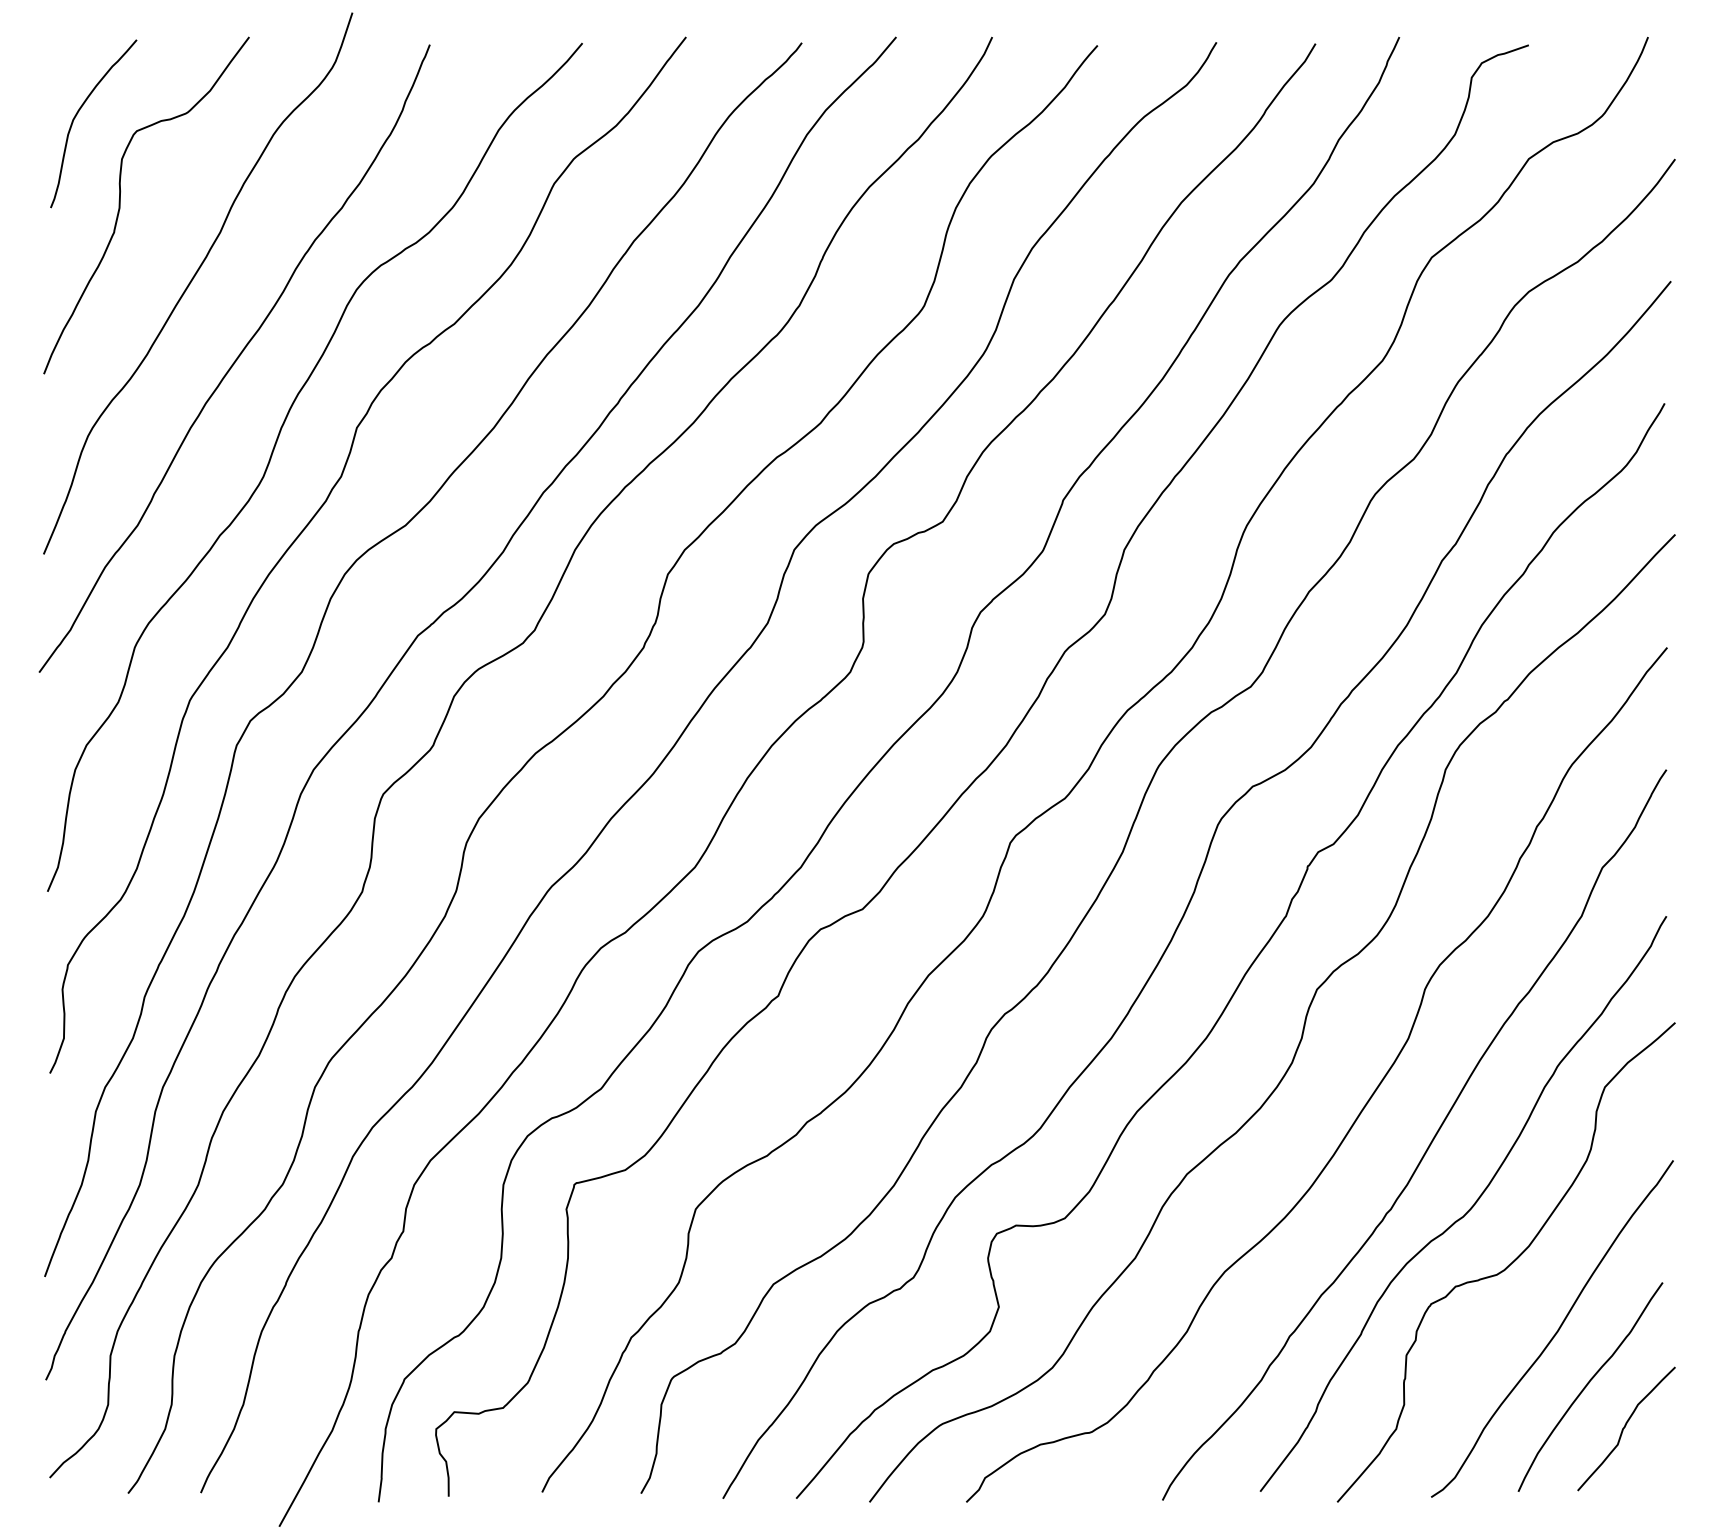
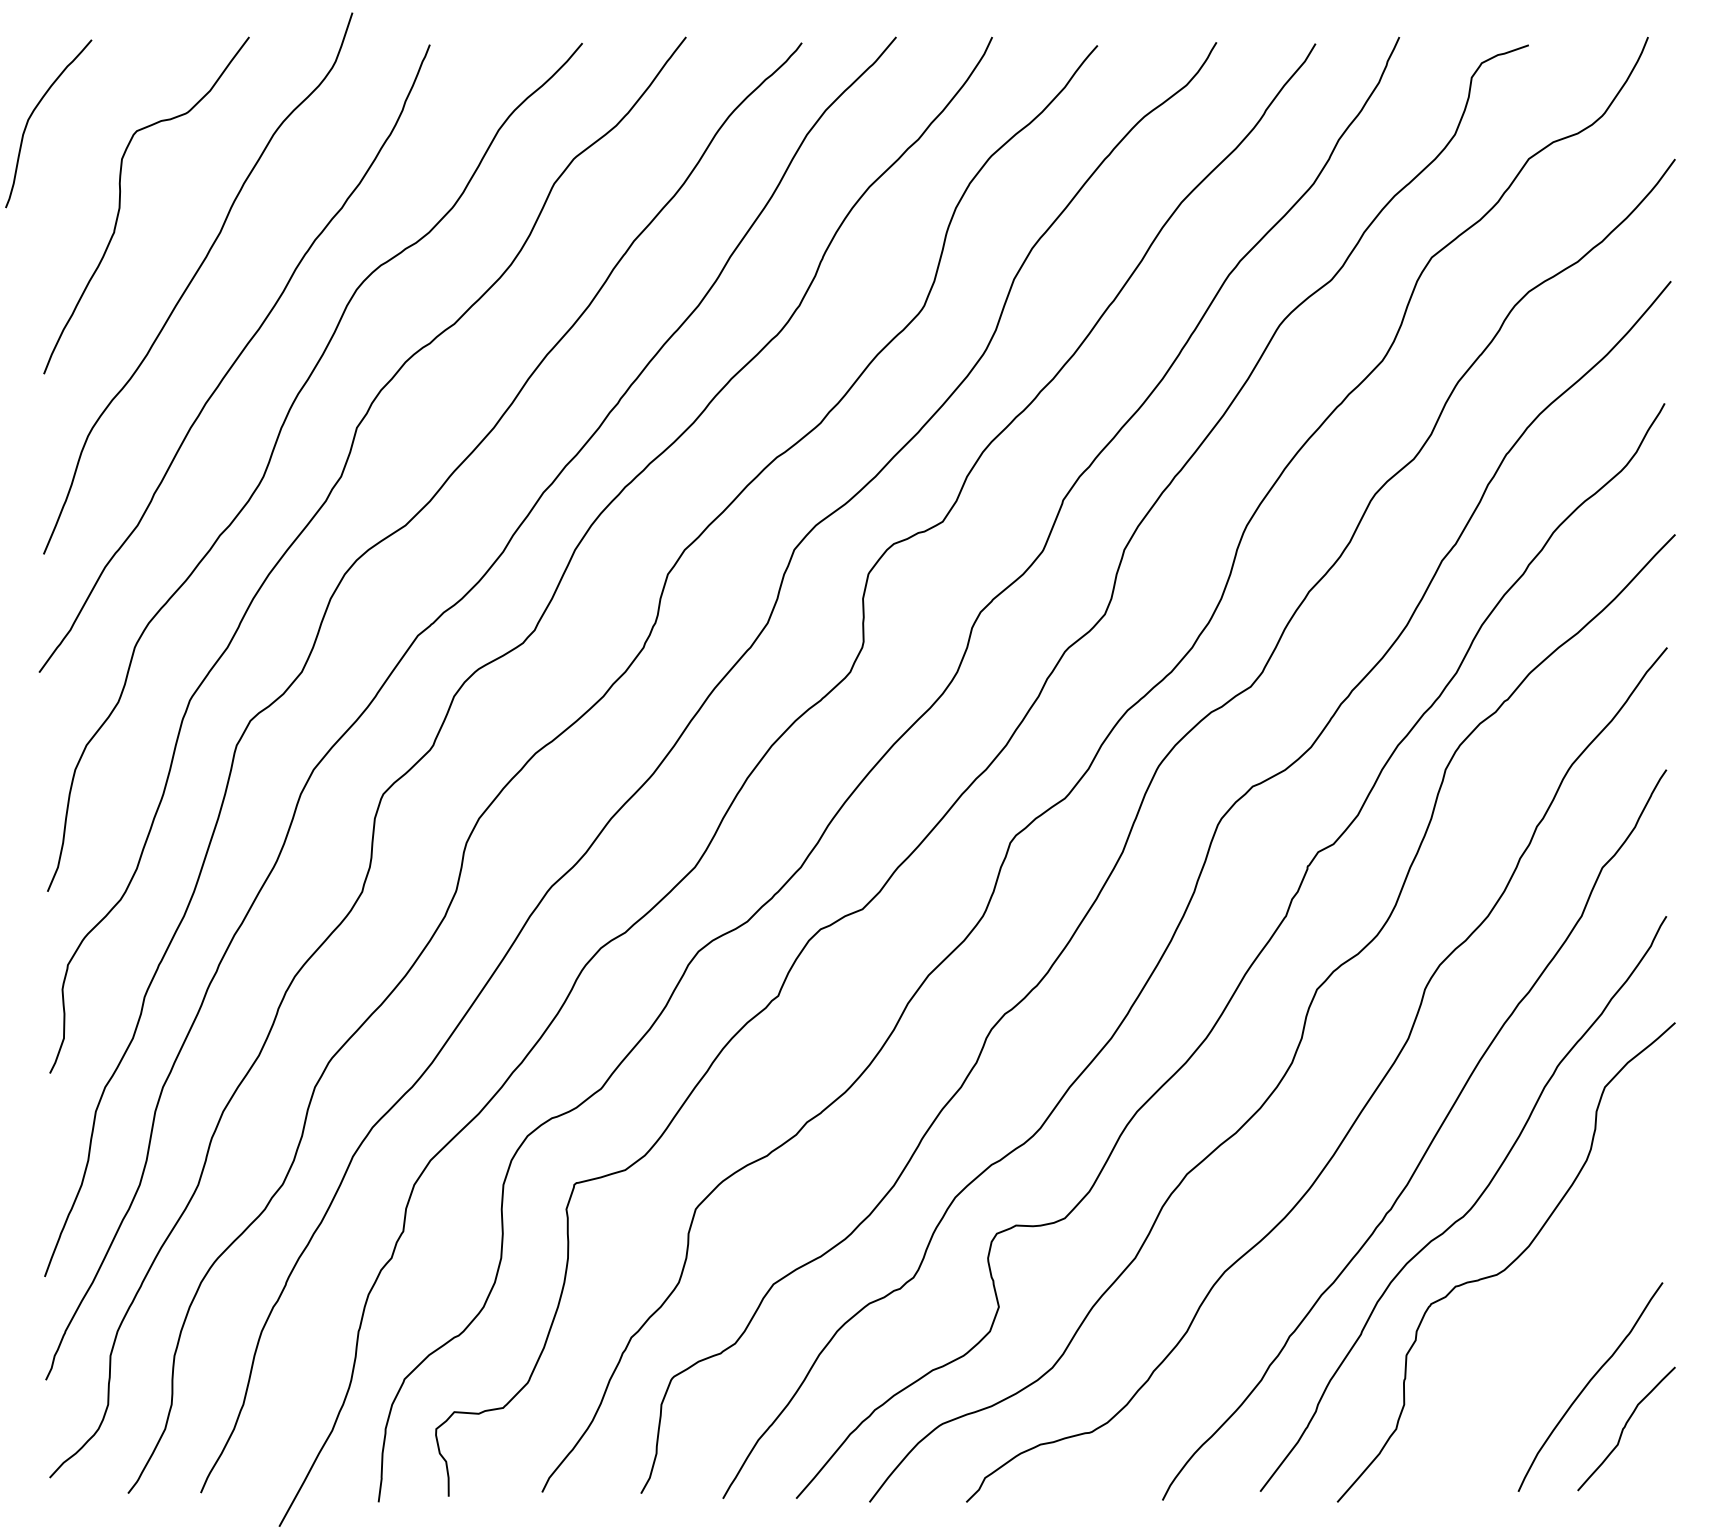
curve at (78, 113) position: (78, 113) -> (33, 113)
curve at (1556, 1331): present -> none
